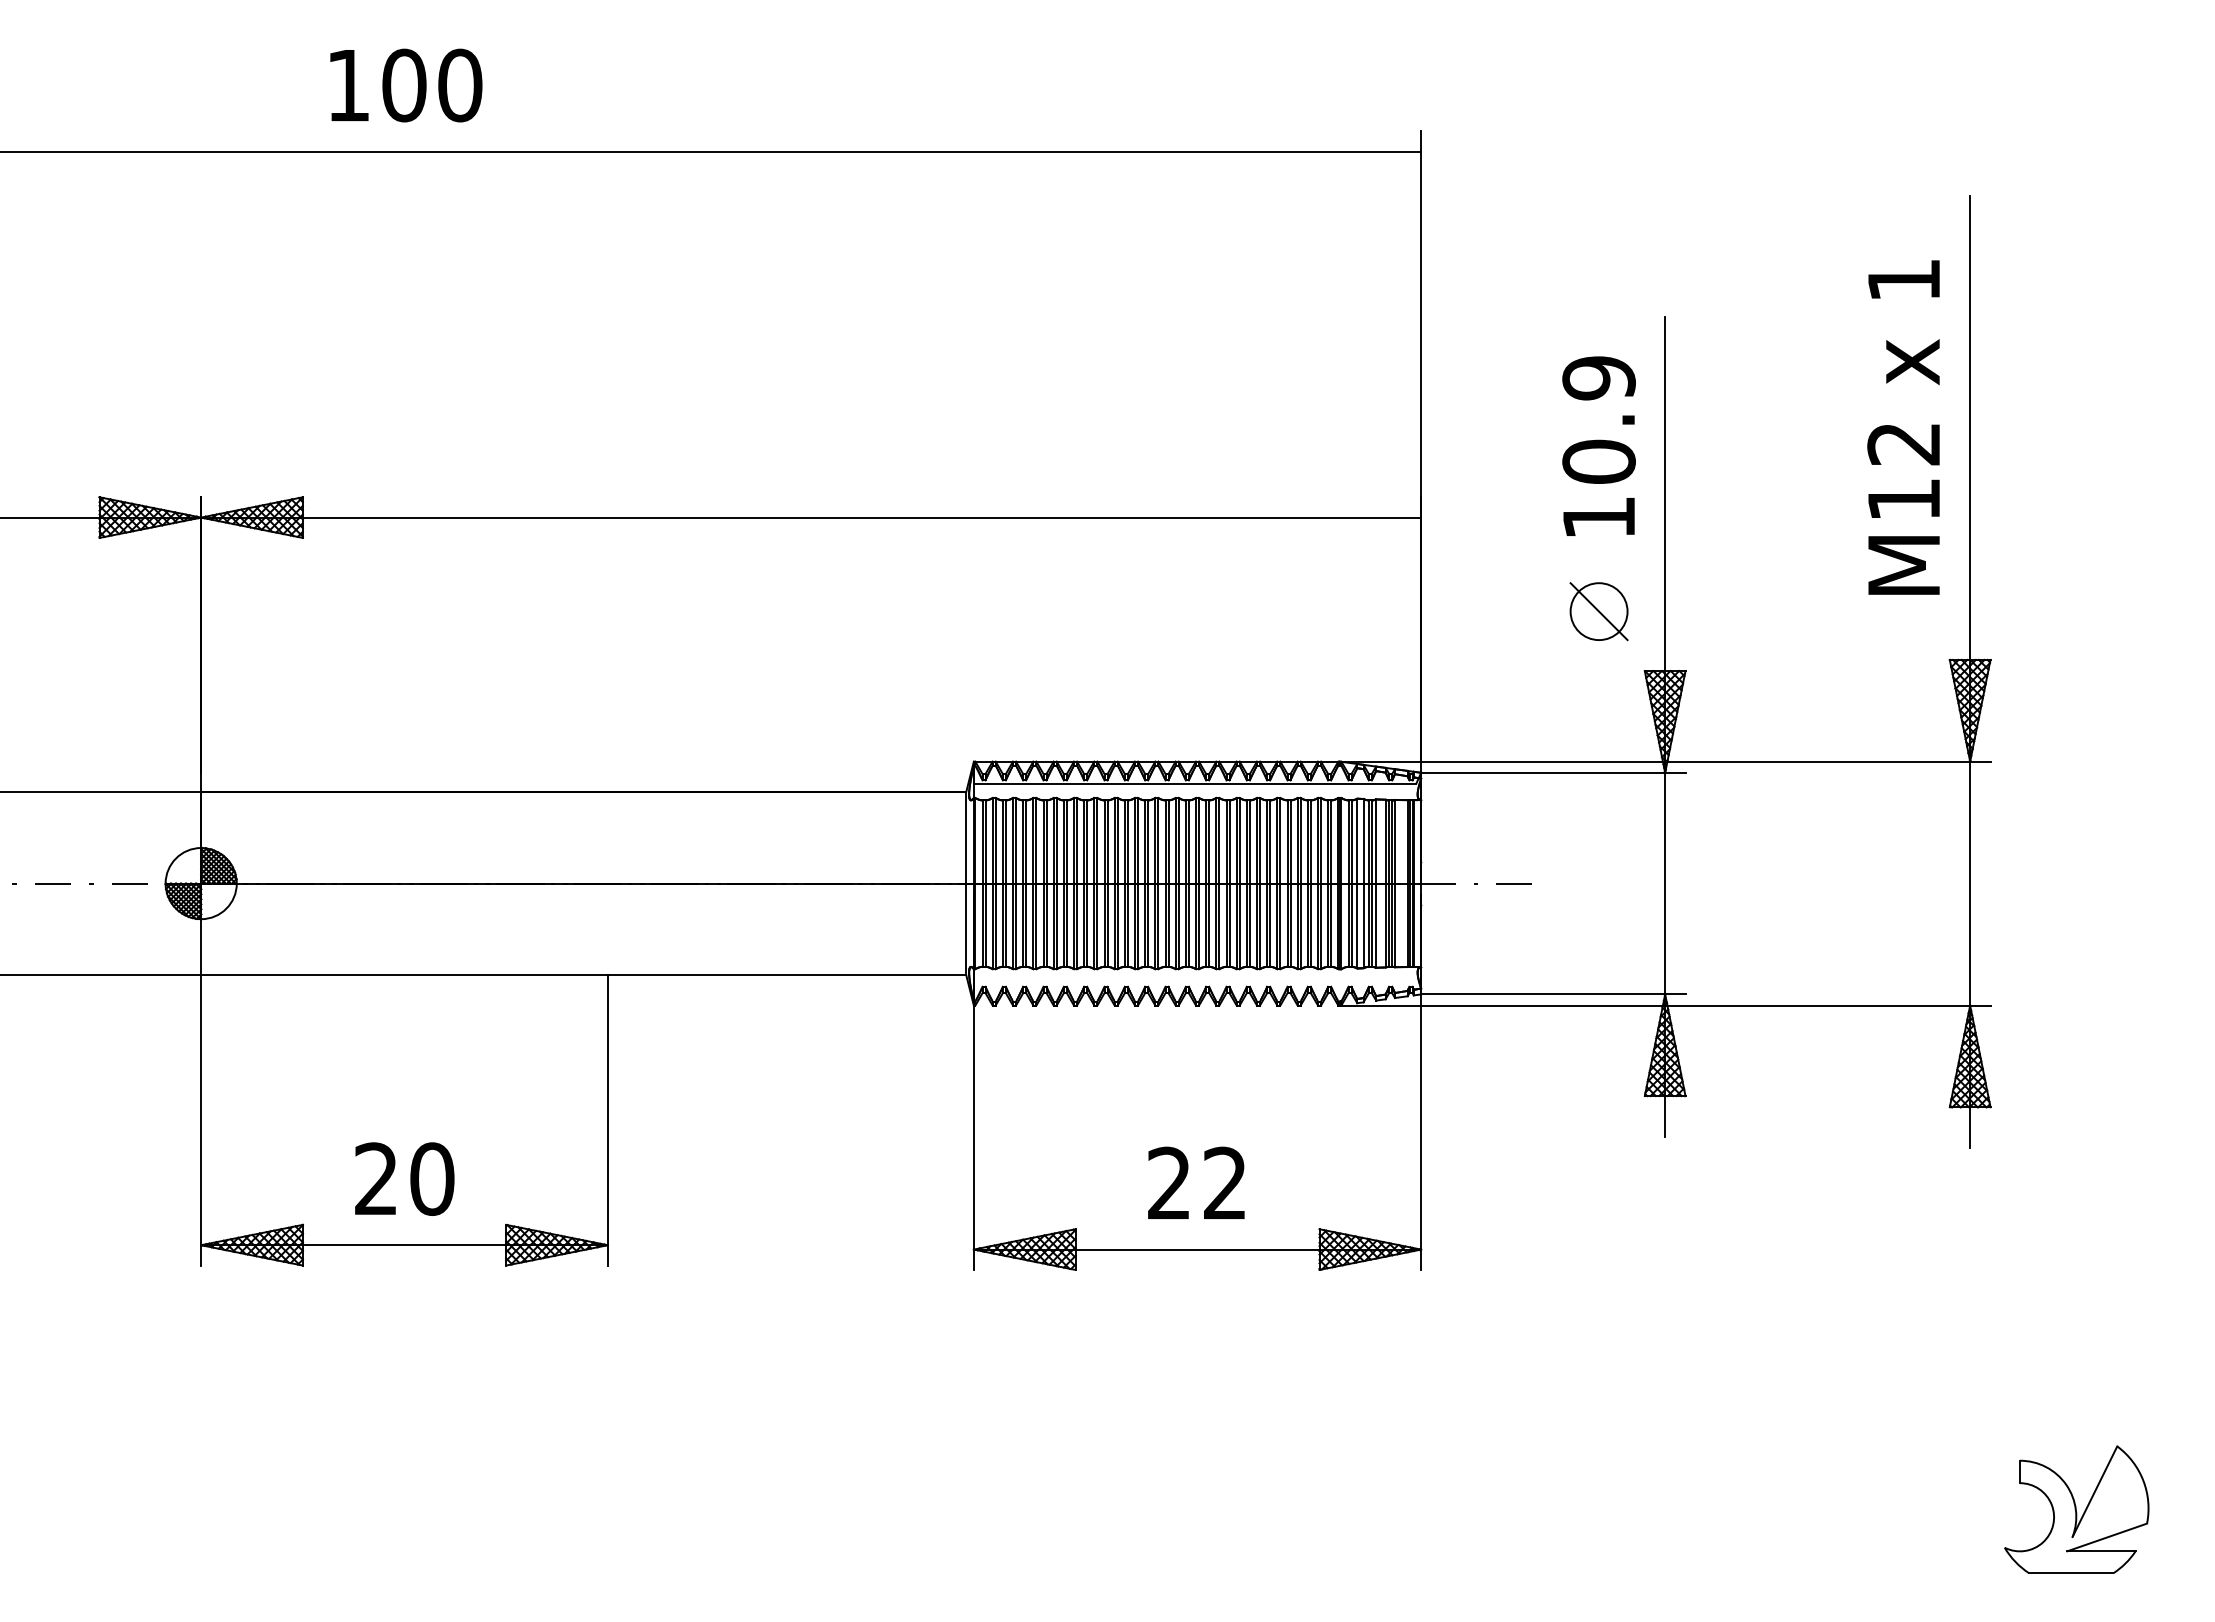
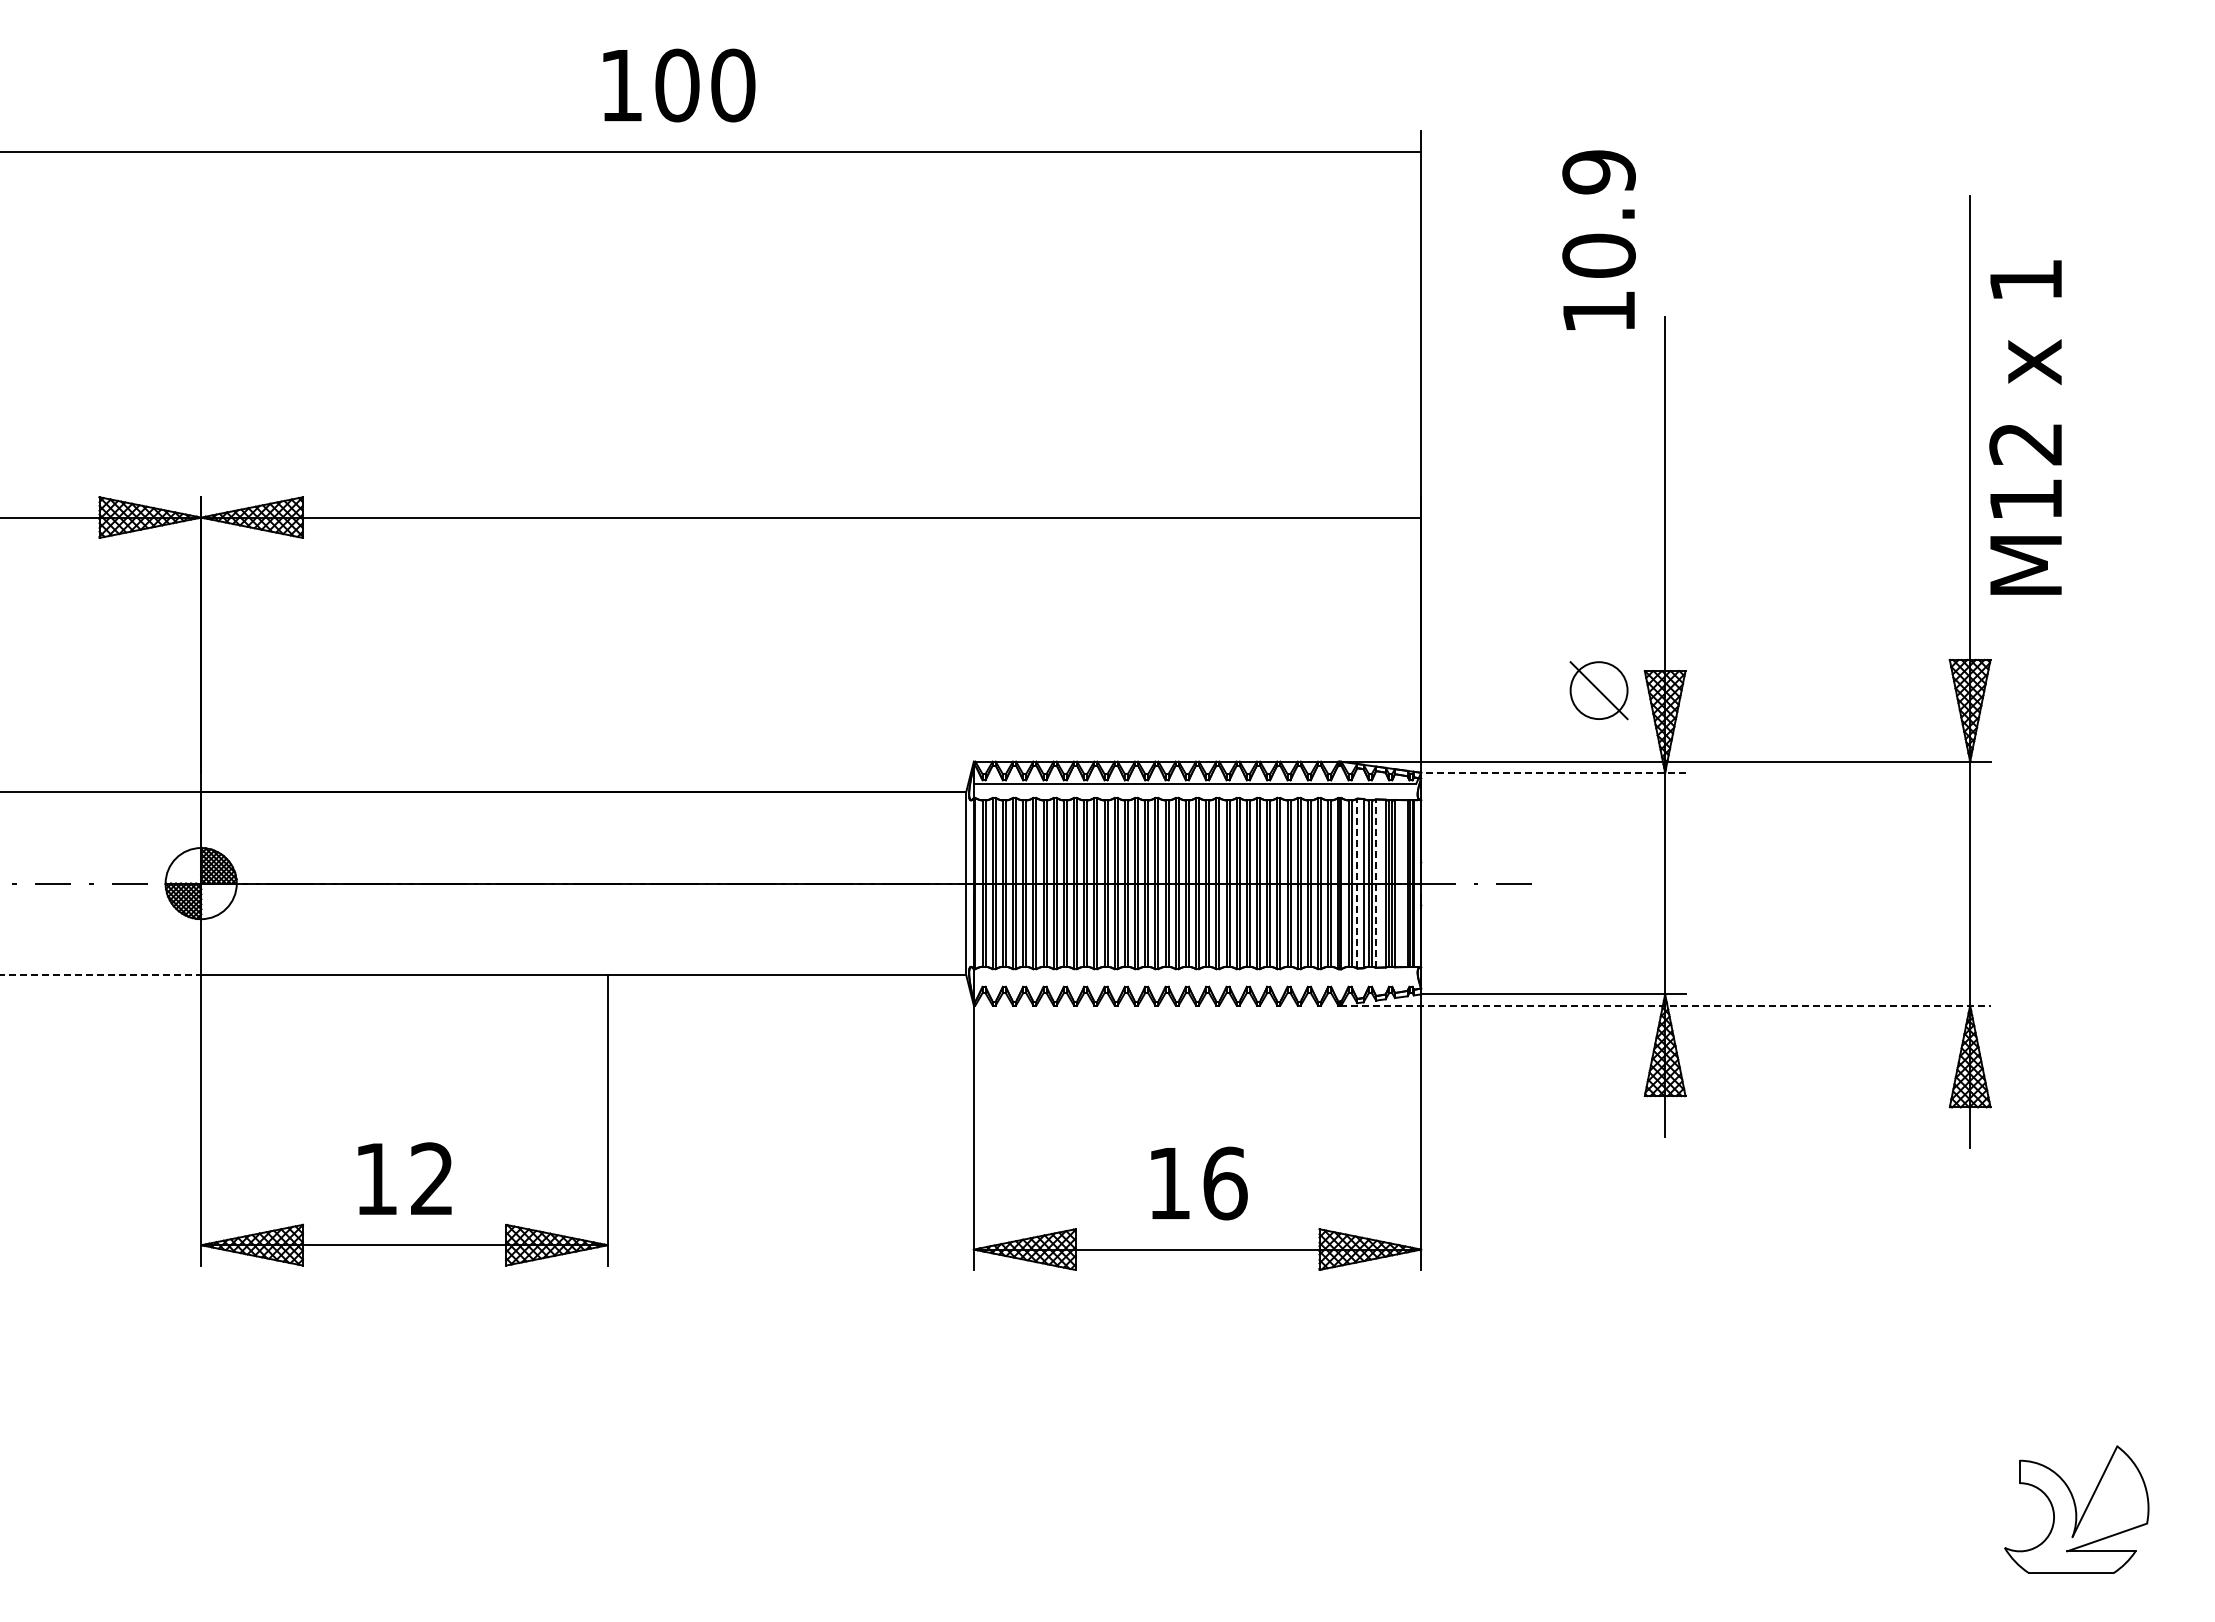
text at (406, 85) position: (406, 85) -> (679, 85)
text at (1903, 427) position: (1903, 427) -> (2025, 427)
text at (1598, 445) position: (1598, 445) -> (1598, 239)
part at (1598, 611) position: (1598, 611) -> (1598, 690)
line at (1552, 772): solid -> dashed
line at (1357, 883): solid -> dashed
line at (1376, 883): solid -> dashed
line at (101, 975): solid -> dashed
line at (1665, 1005): solid -> dashed
text at (404, 1178): 20 -> 12
text at (1197, 1183): 22 -> 16
